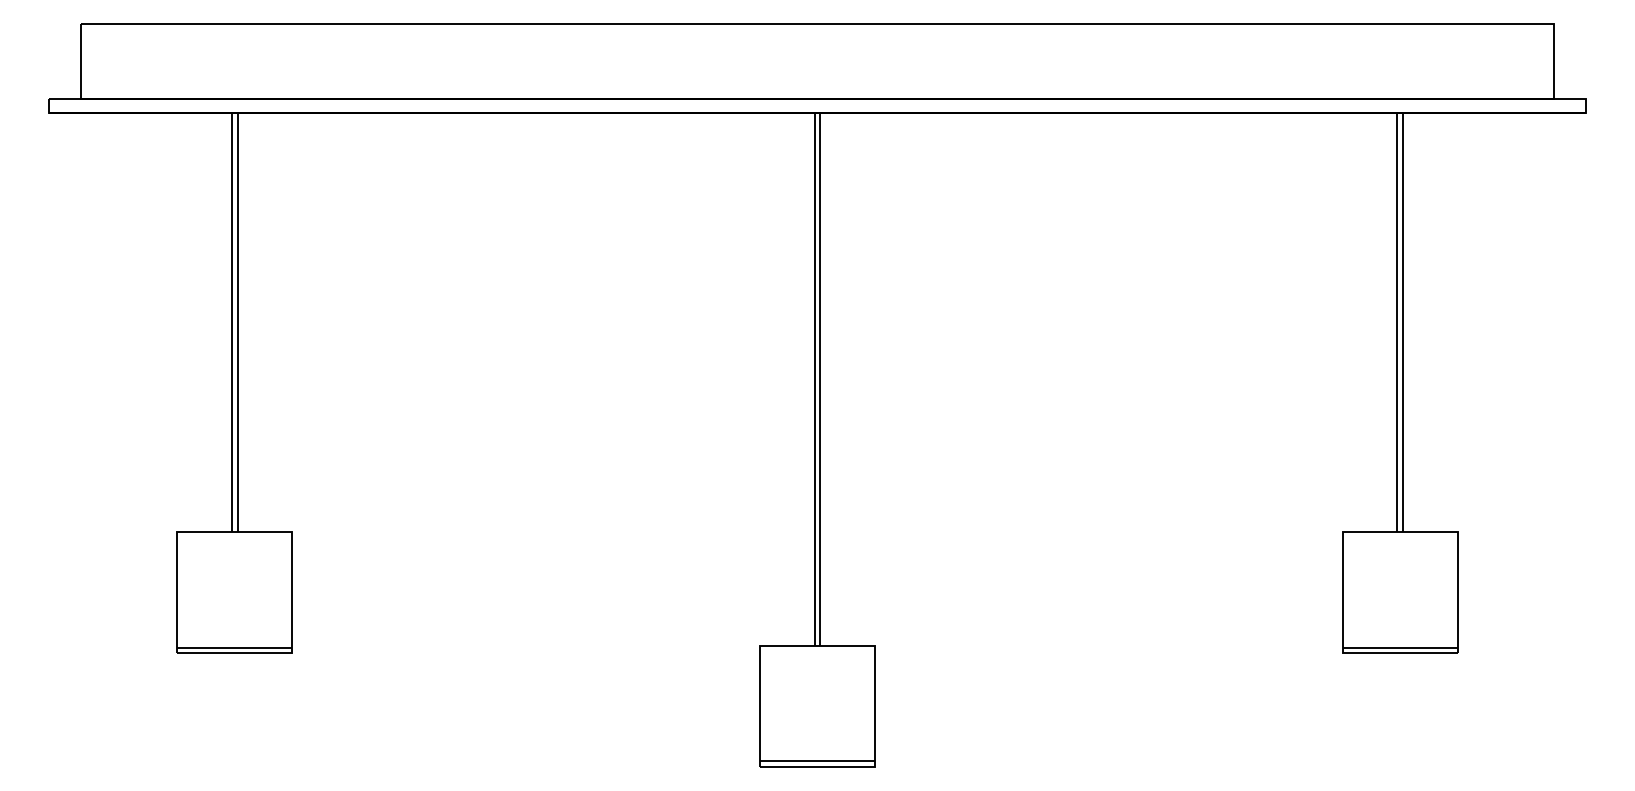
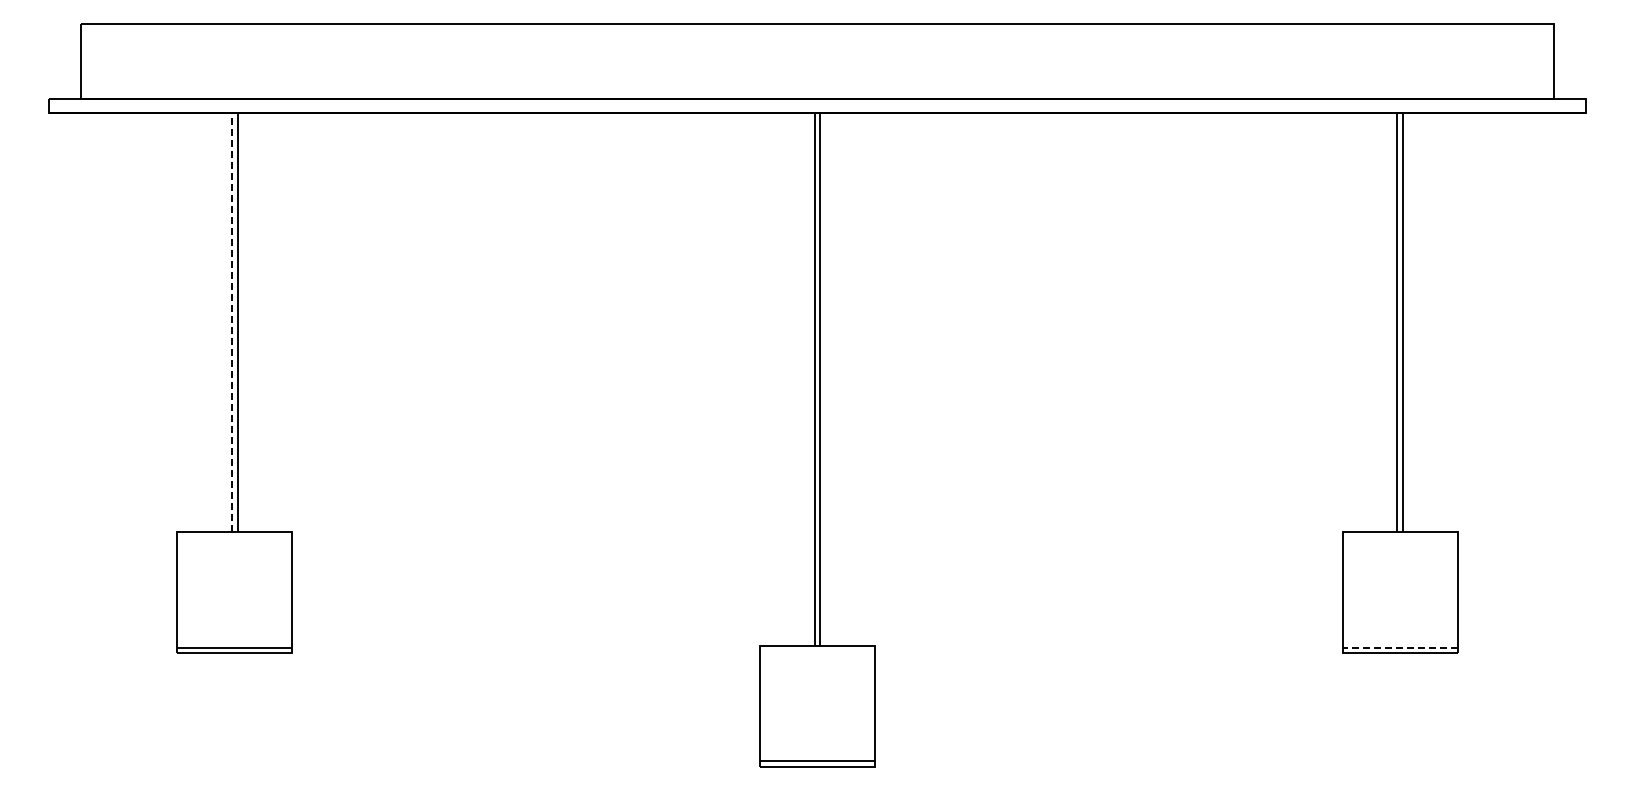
line at (231, 322): solid -> dashed
line at (1400, 647): solid -> dashed
